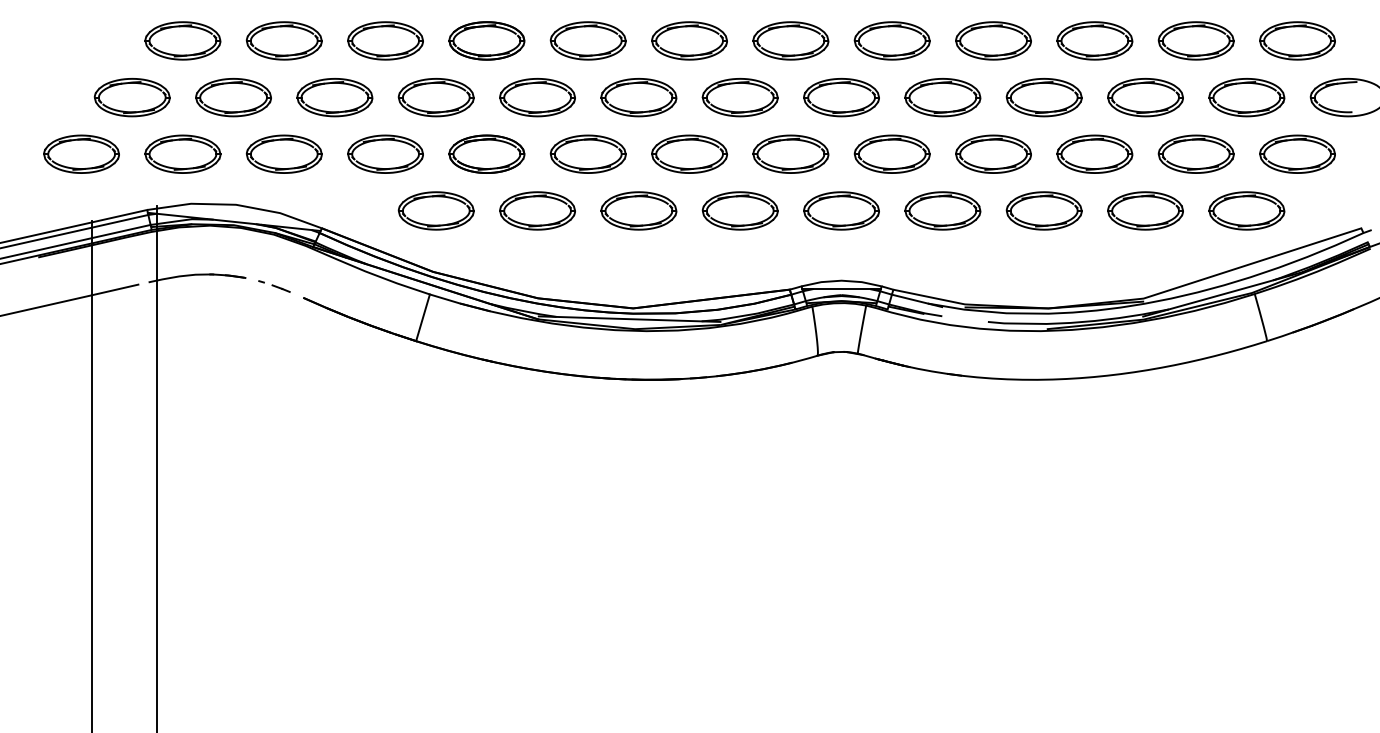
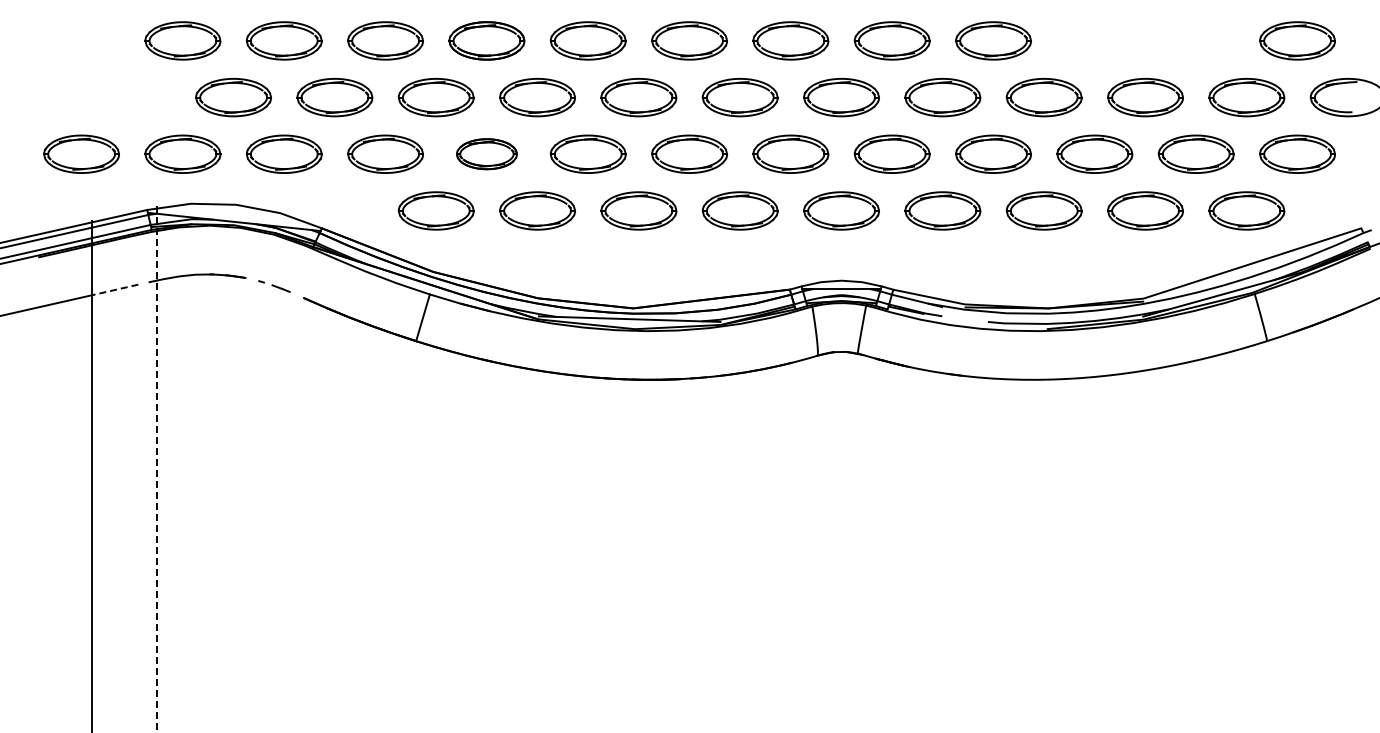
part at (1094, 40): present -> none
part at (1195, 40): present -> none
part at (131, 97): present -> none
part at (486, 153) size: 78x40 px -> 62x33 px
line at (115, 289): solid -> dashed
line at (157, 470): solid -> dashed
